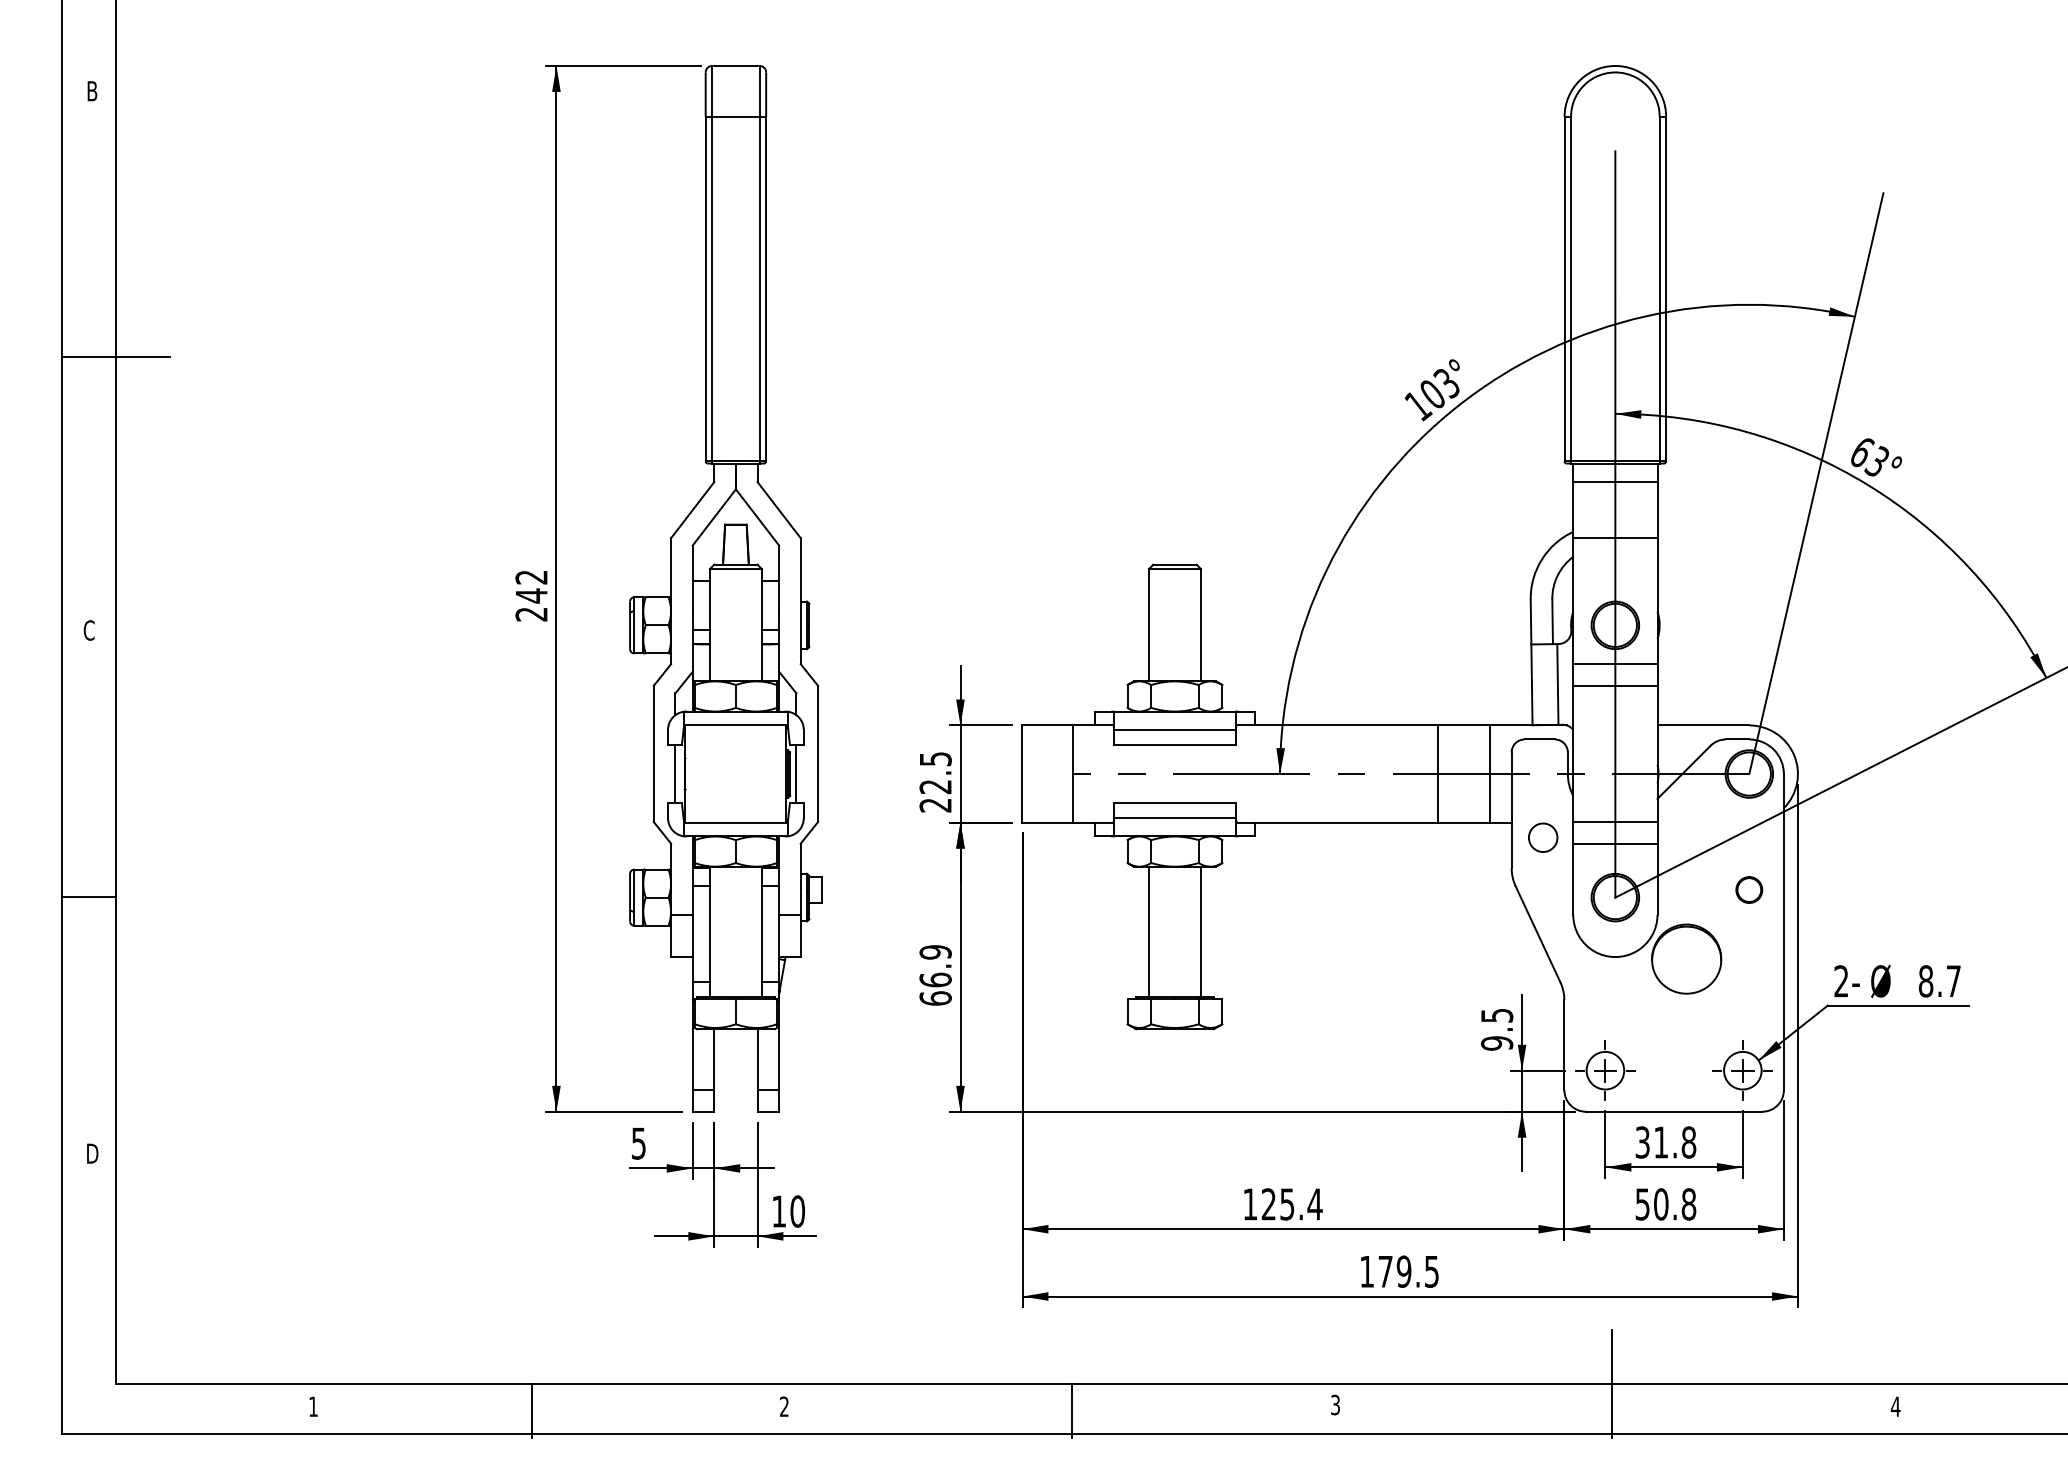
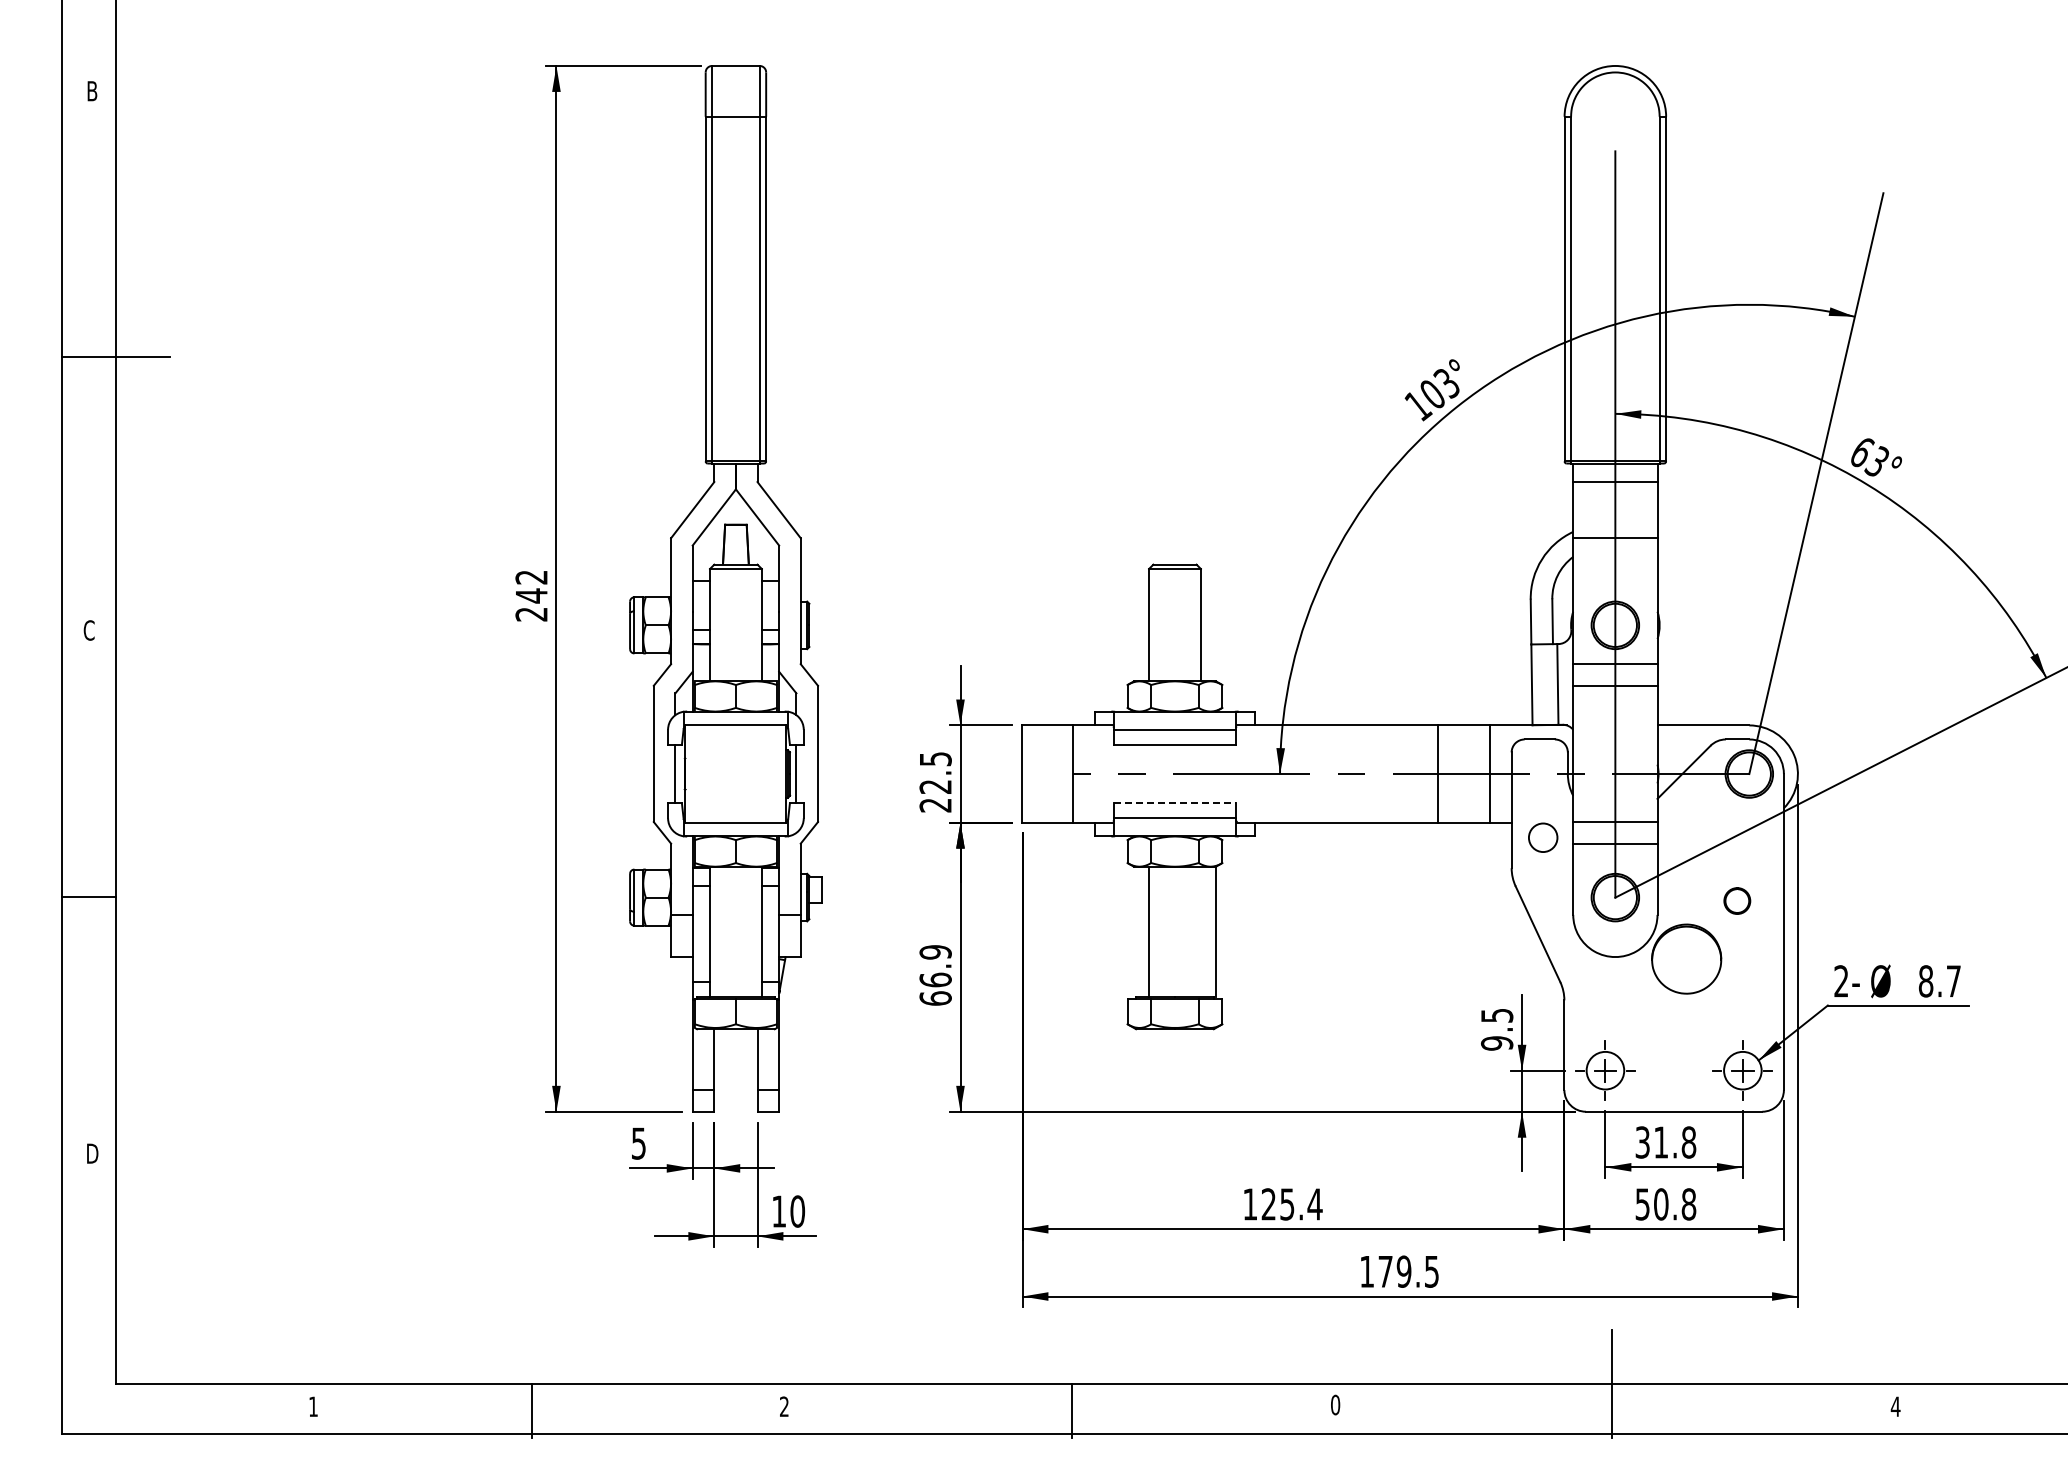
line at (1174, 803): solid -> dashed
part at (1749, 889) position: (1749, 889) -> (1737, 900)
line at (1200, 931) position: (1200, 931) -> (1215, 931)
text at (1335, 1404): 3 -> 0
